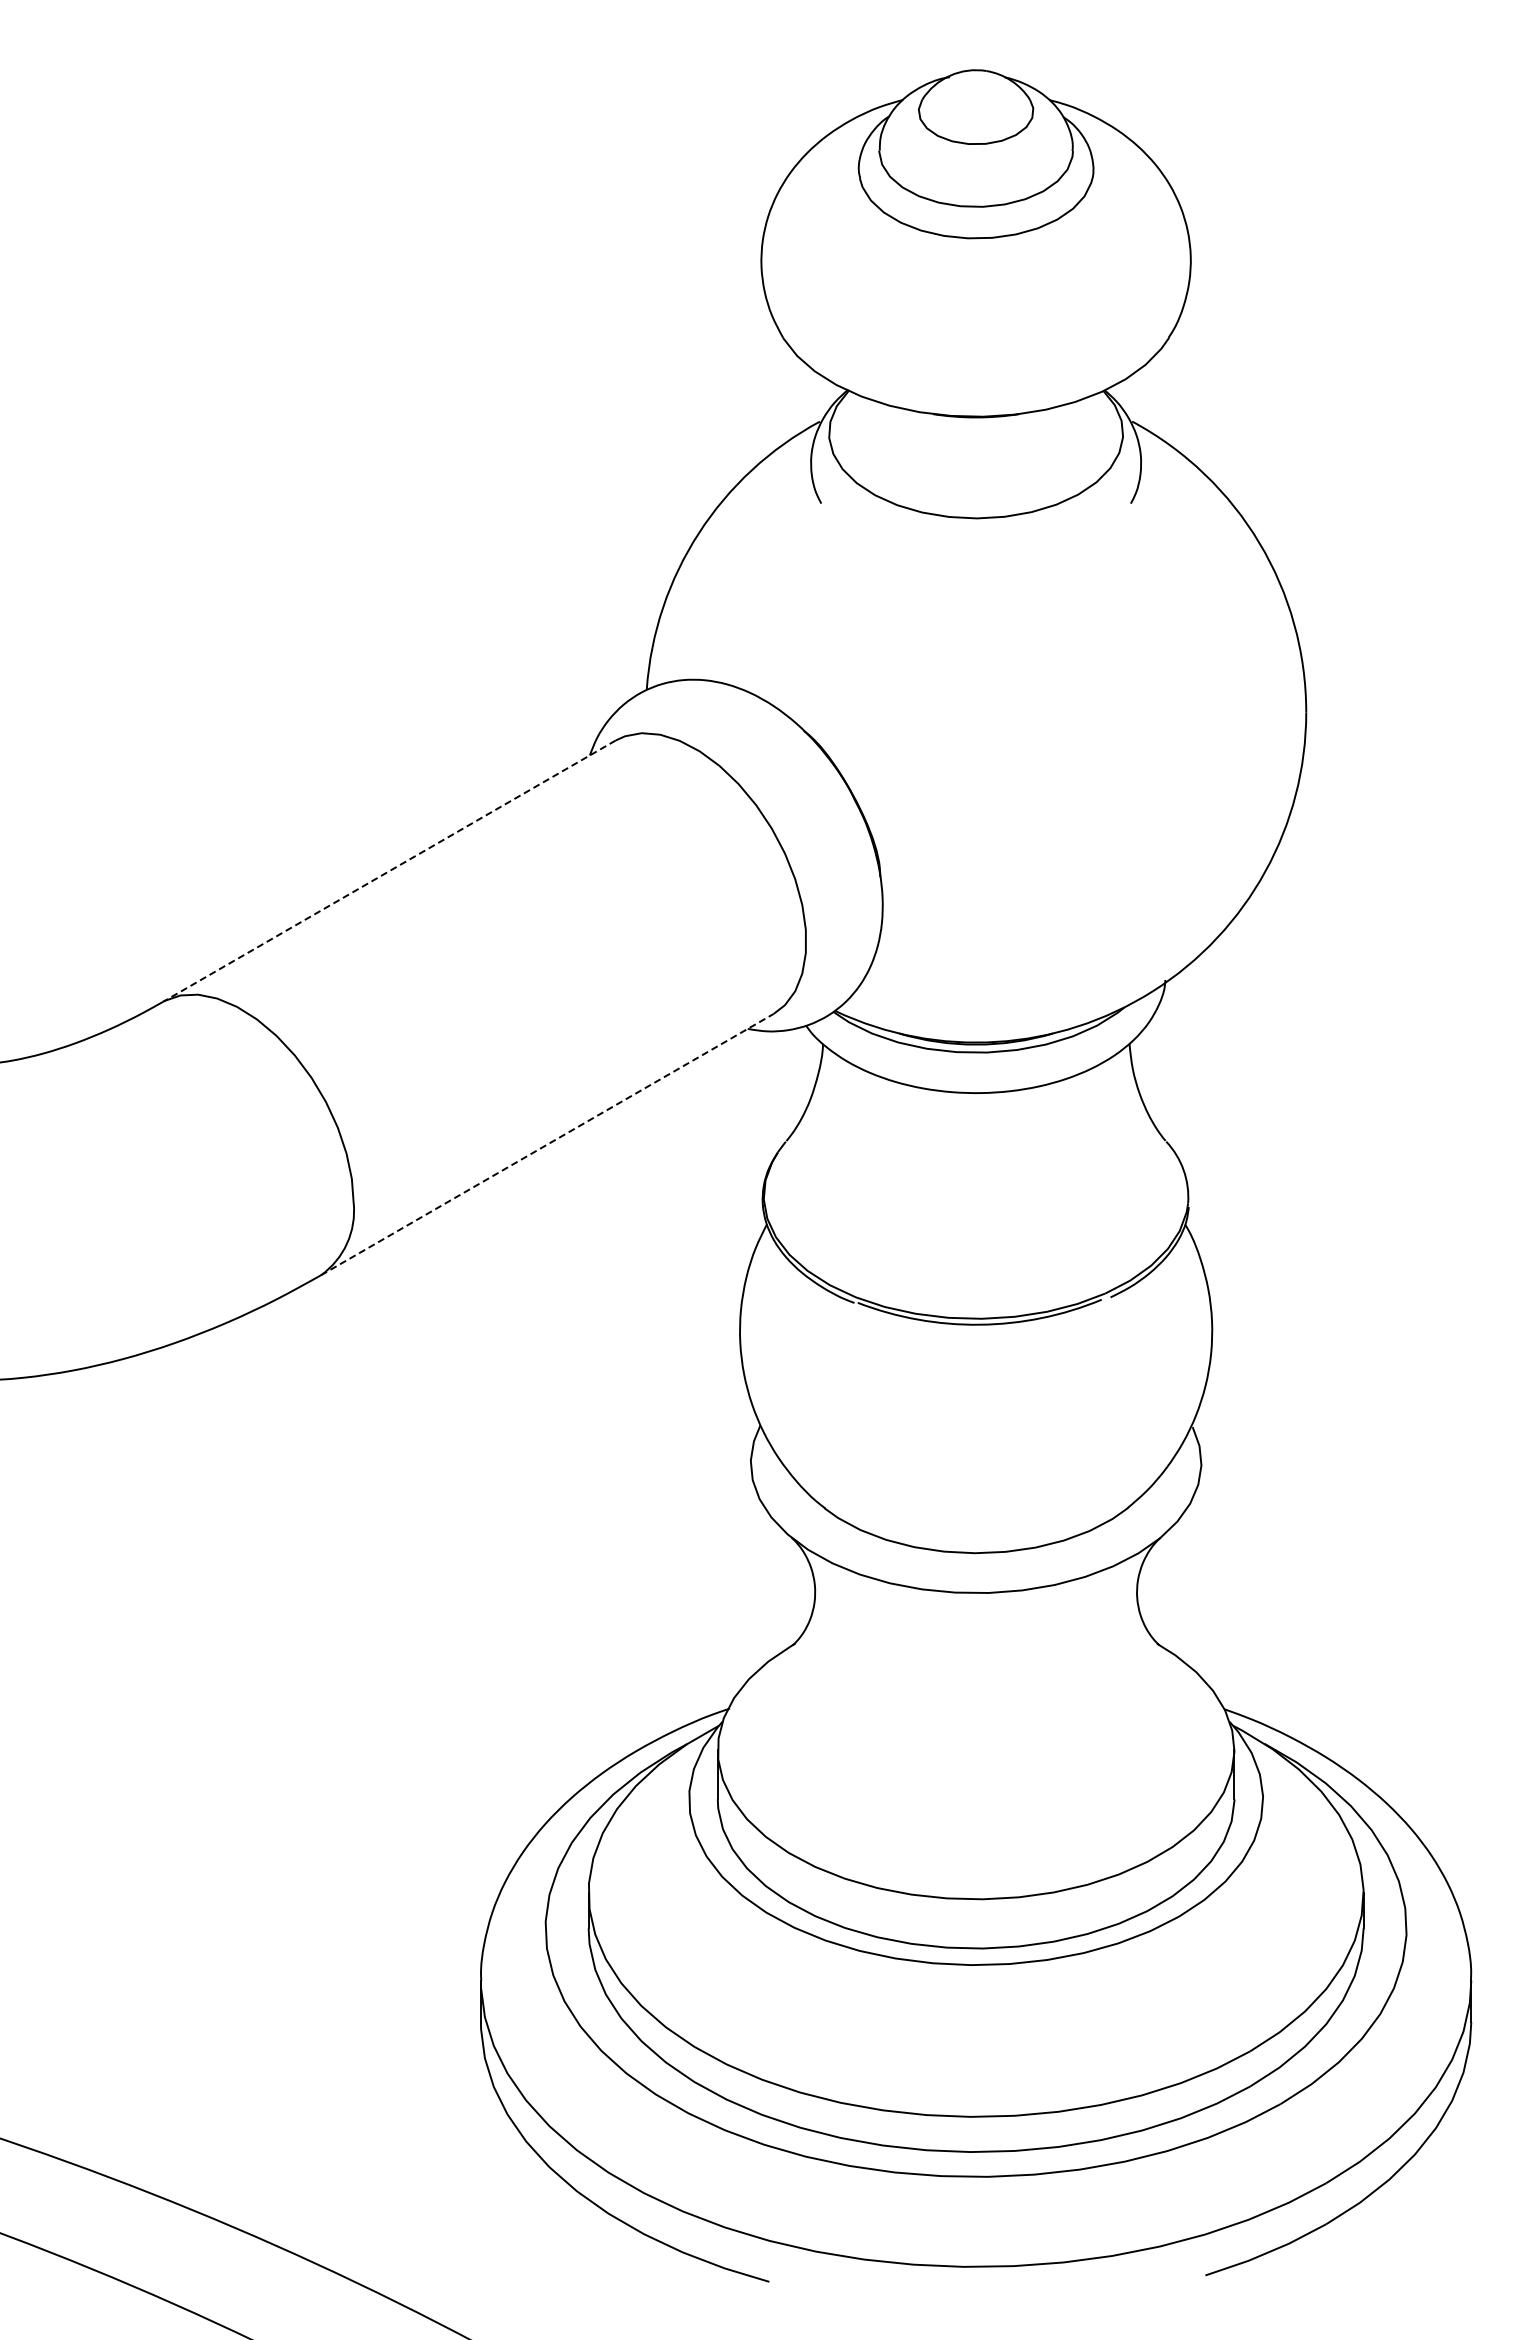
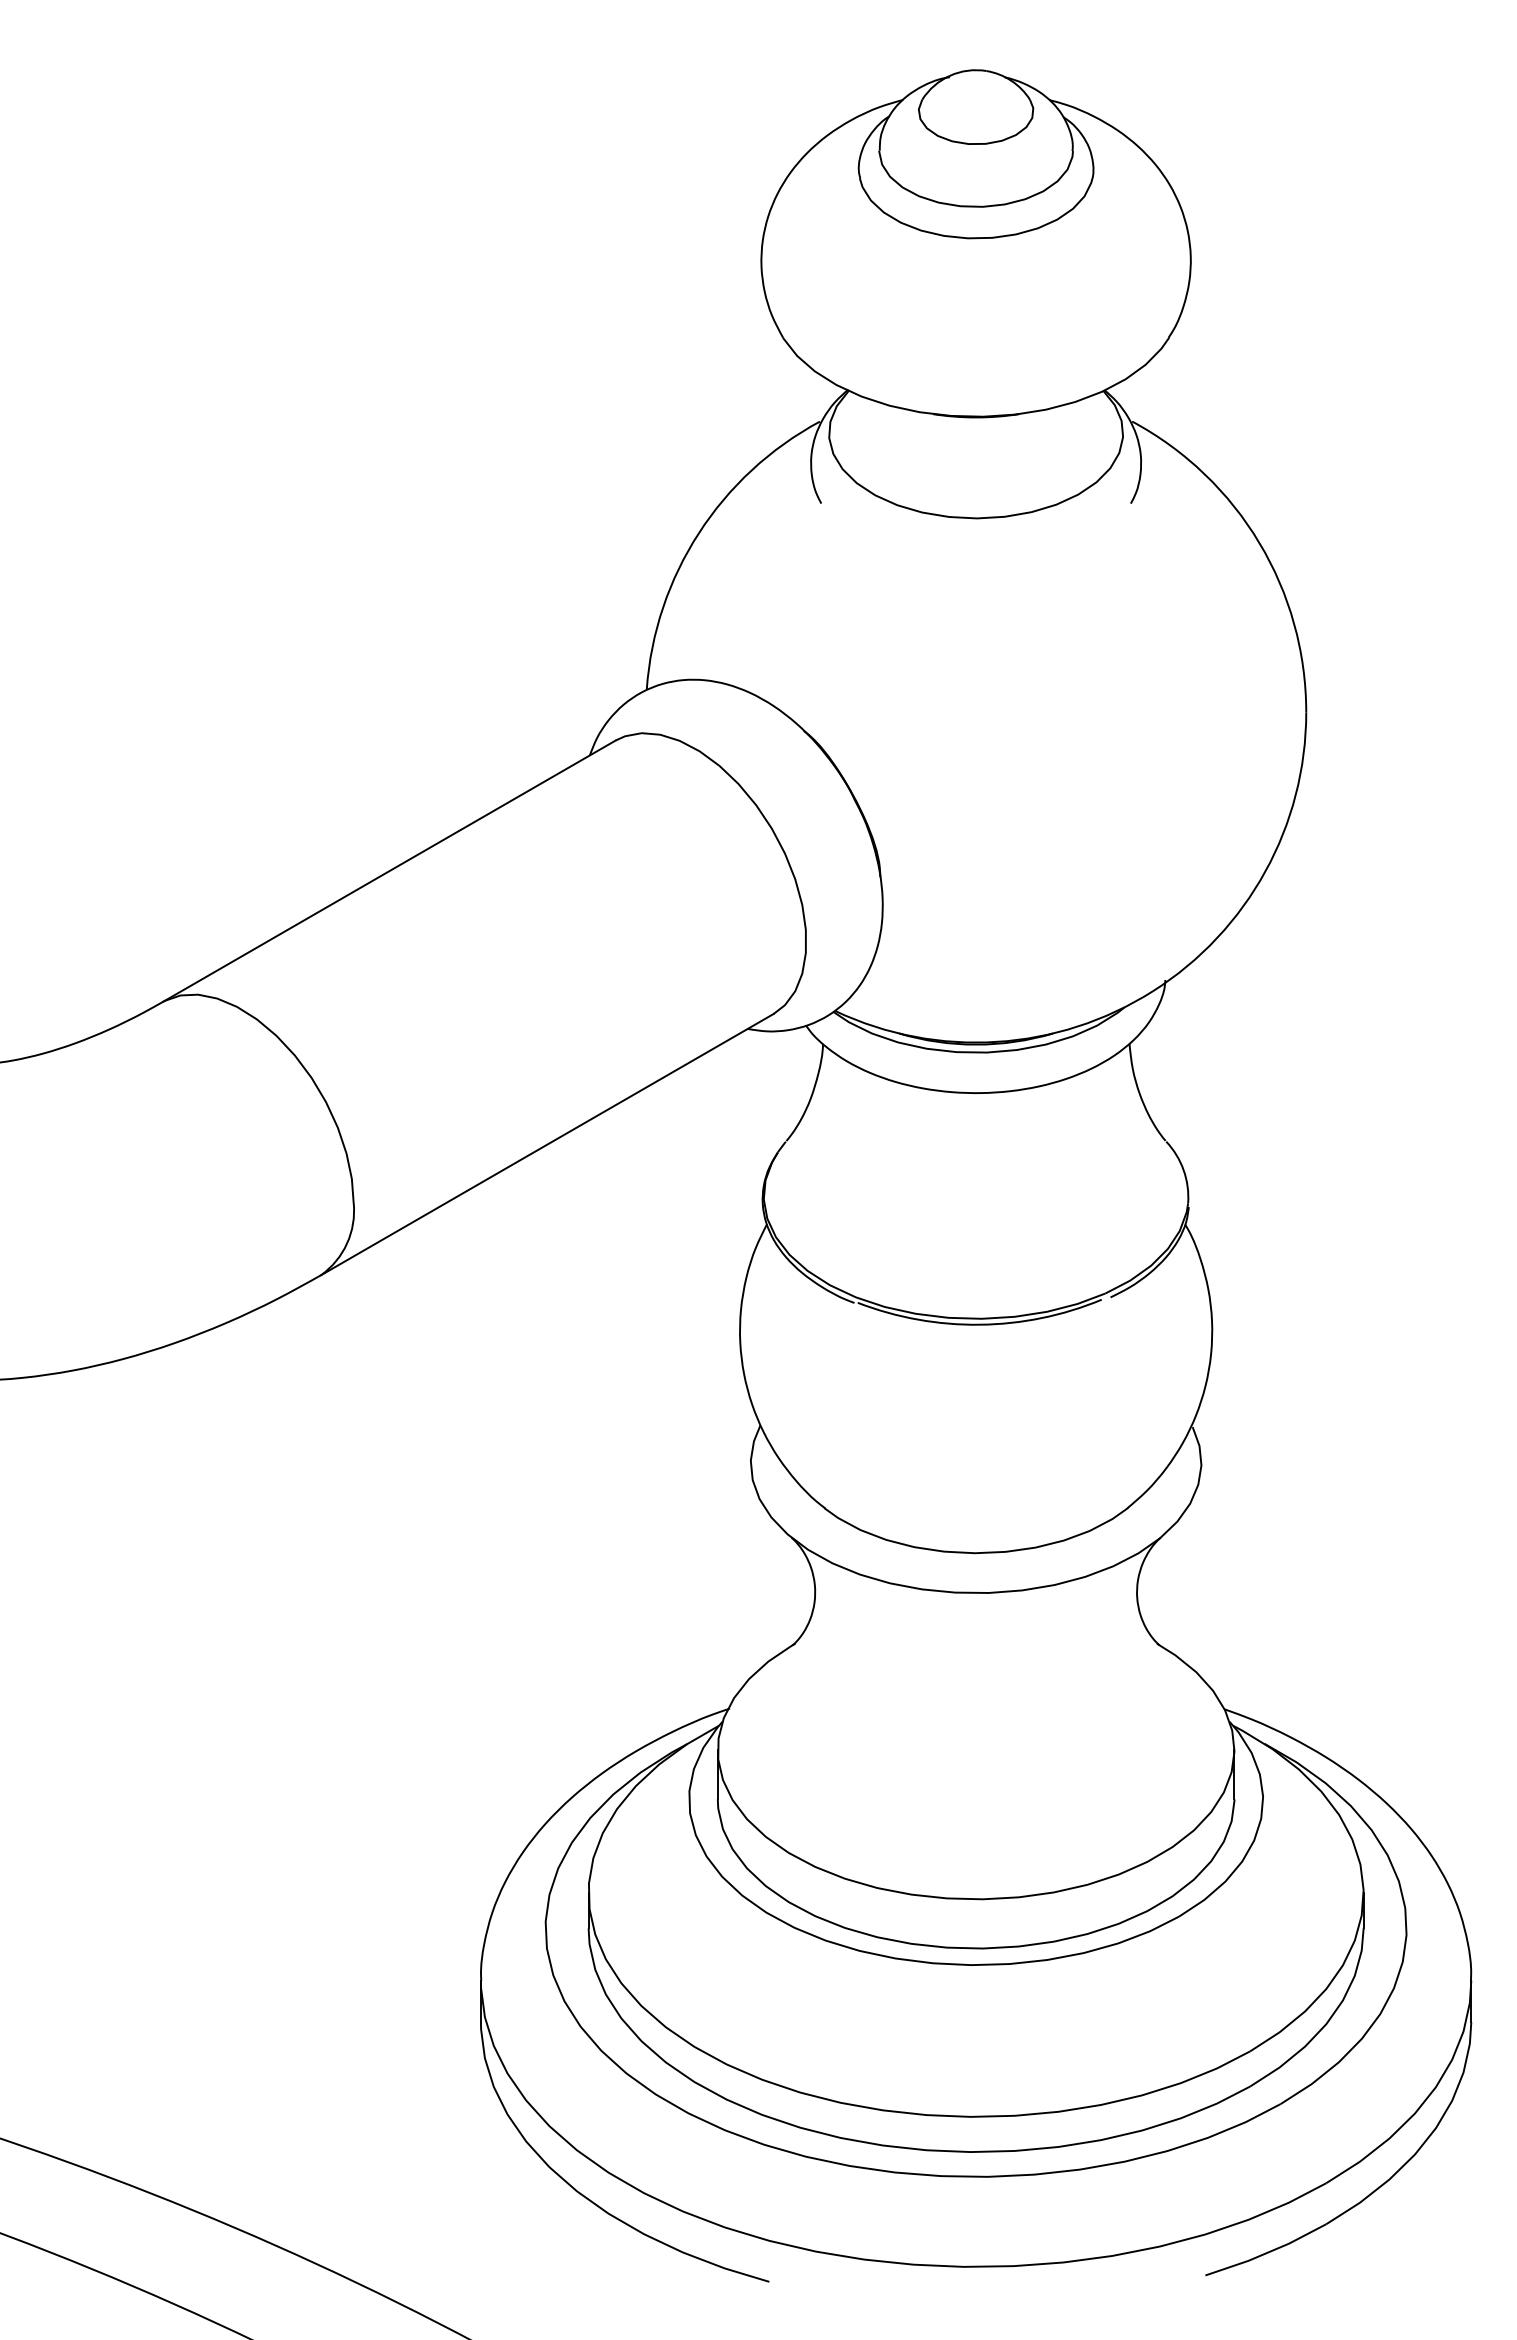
line at (389, 871): dashed -> solid
line at (547, 1144): dashed -> solid
